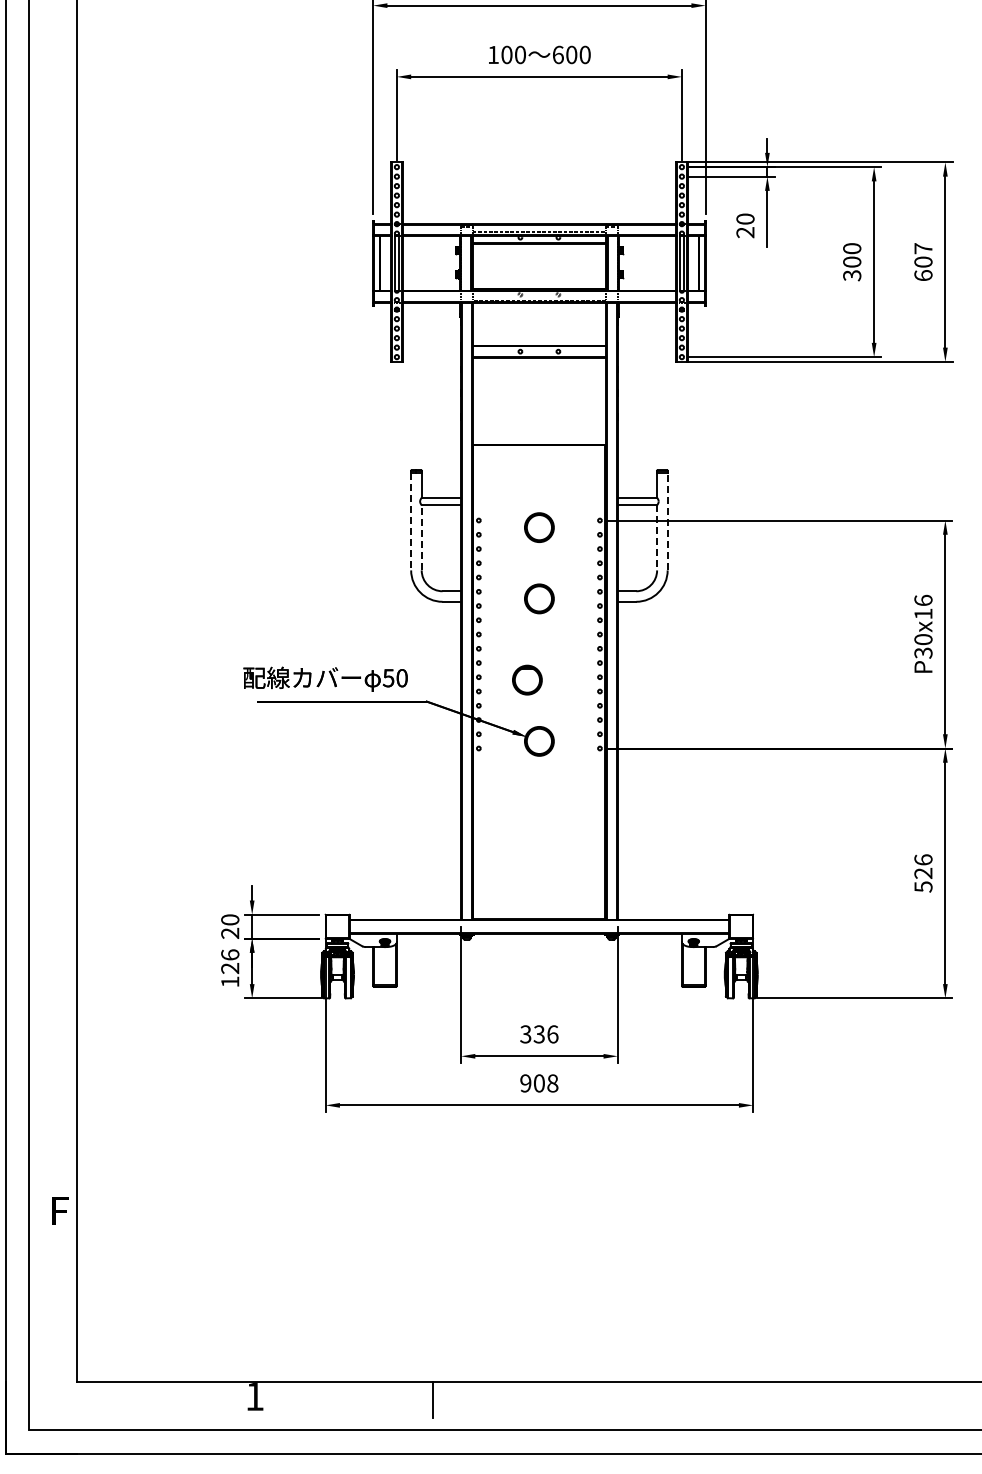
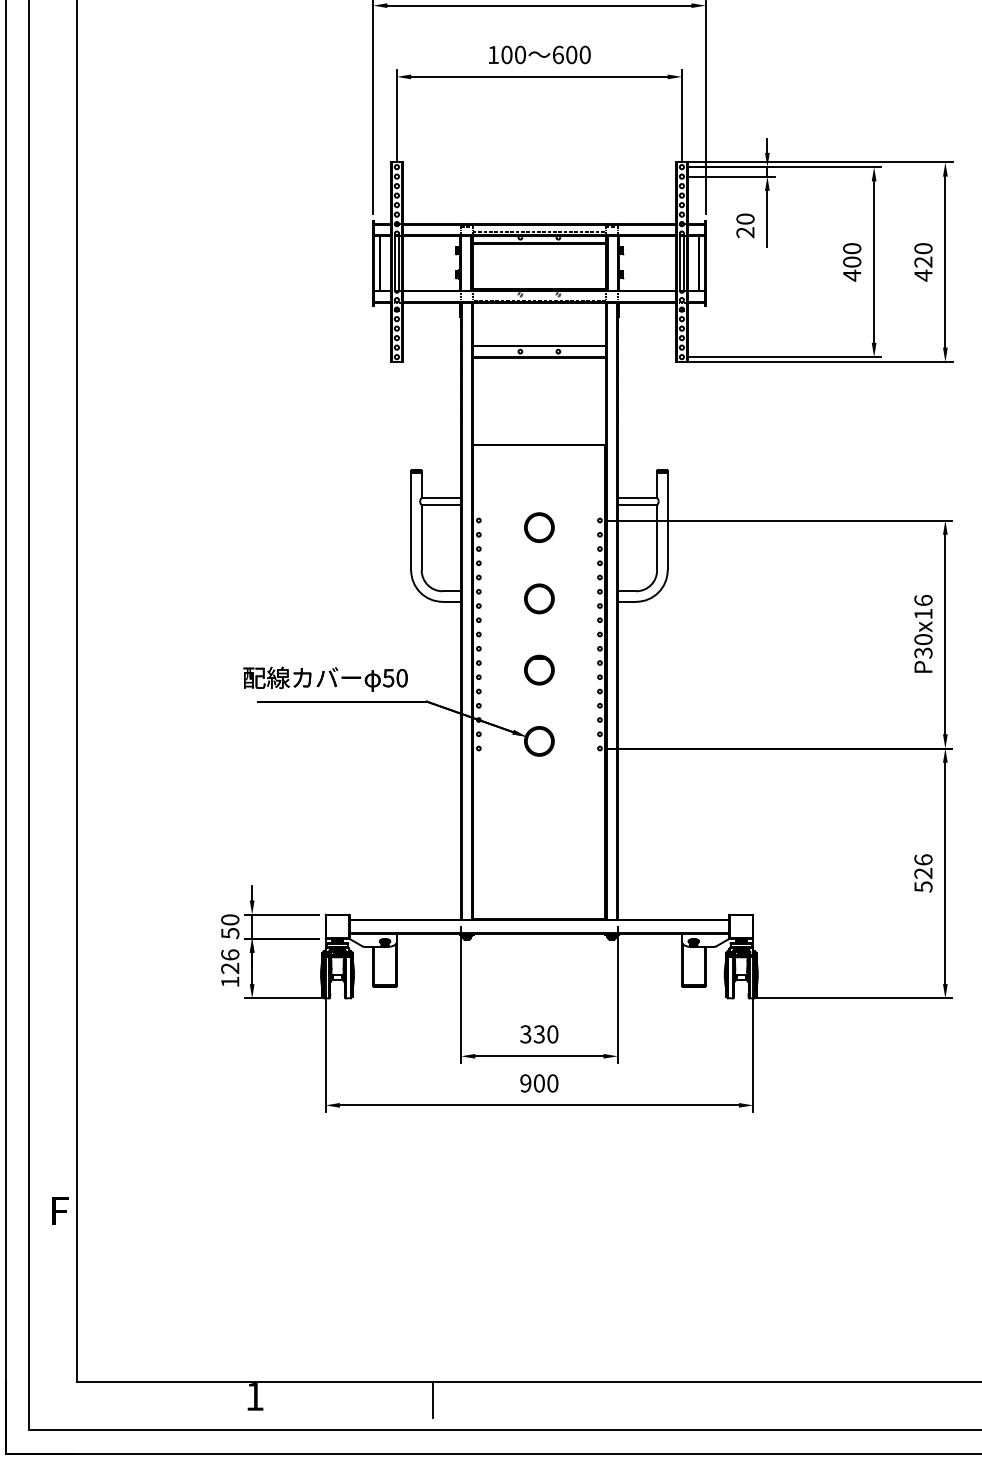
text at (923, 262): 607 -> 420
text at (852, 275): 300 -> 400
line at (411, 521): dashed -> solid
line at (667, 521): dashed -> solid
line at (421, 537): dashed -> solid
line at (657, 537): dashed -> solid
part at (527, 679) position: (527, 679) -> (539, 669)
text at (230, 933): 20 -> 50
text at (552, 1034): 336 -> 330
text at (552, 1083): 908 -> 900
